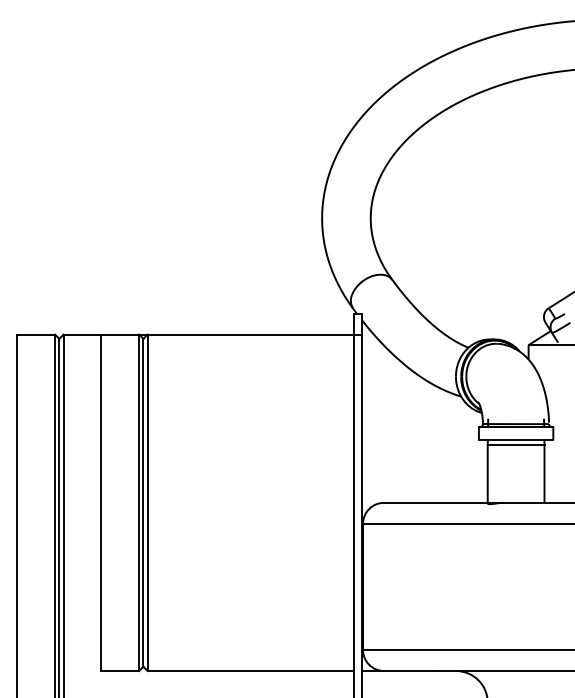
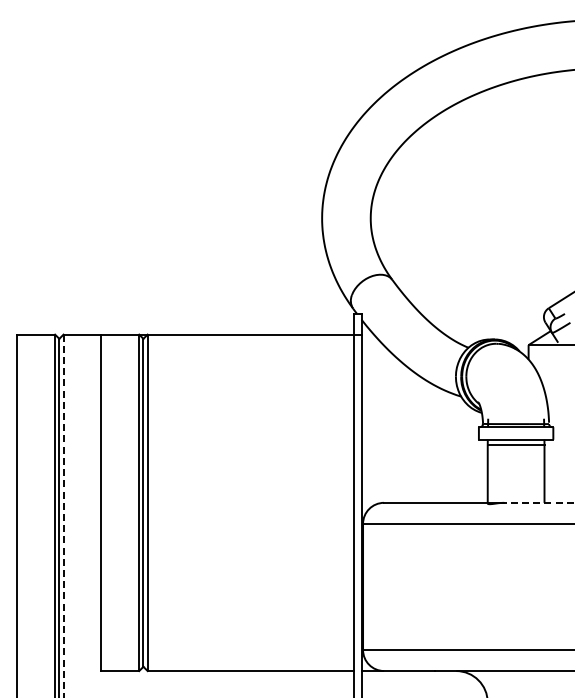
line at (539, 502): solid -> dashed
line at (63, 516): solid -> dashed
